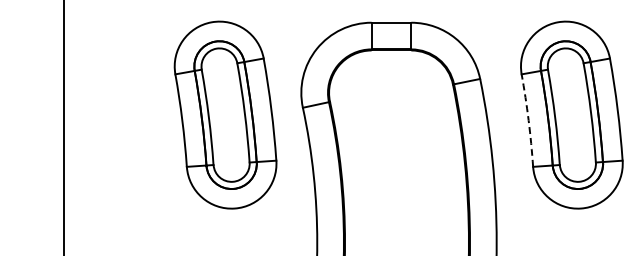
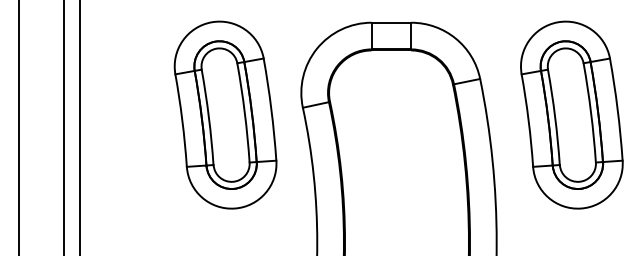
arc at (528, 120): dashed -> solid
line at (19, 127): none -> present
line at (80, 127): none -> present
